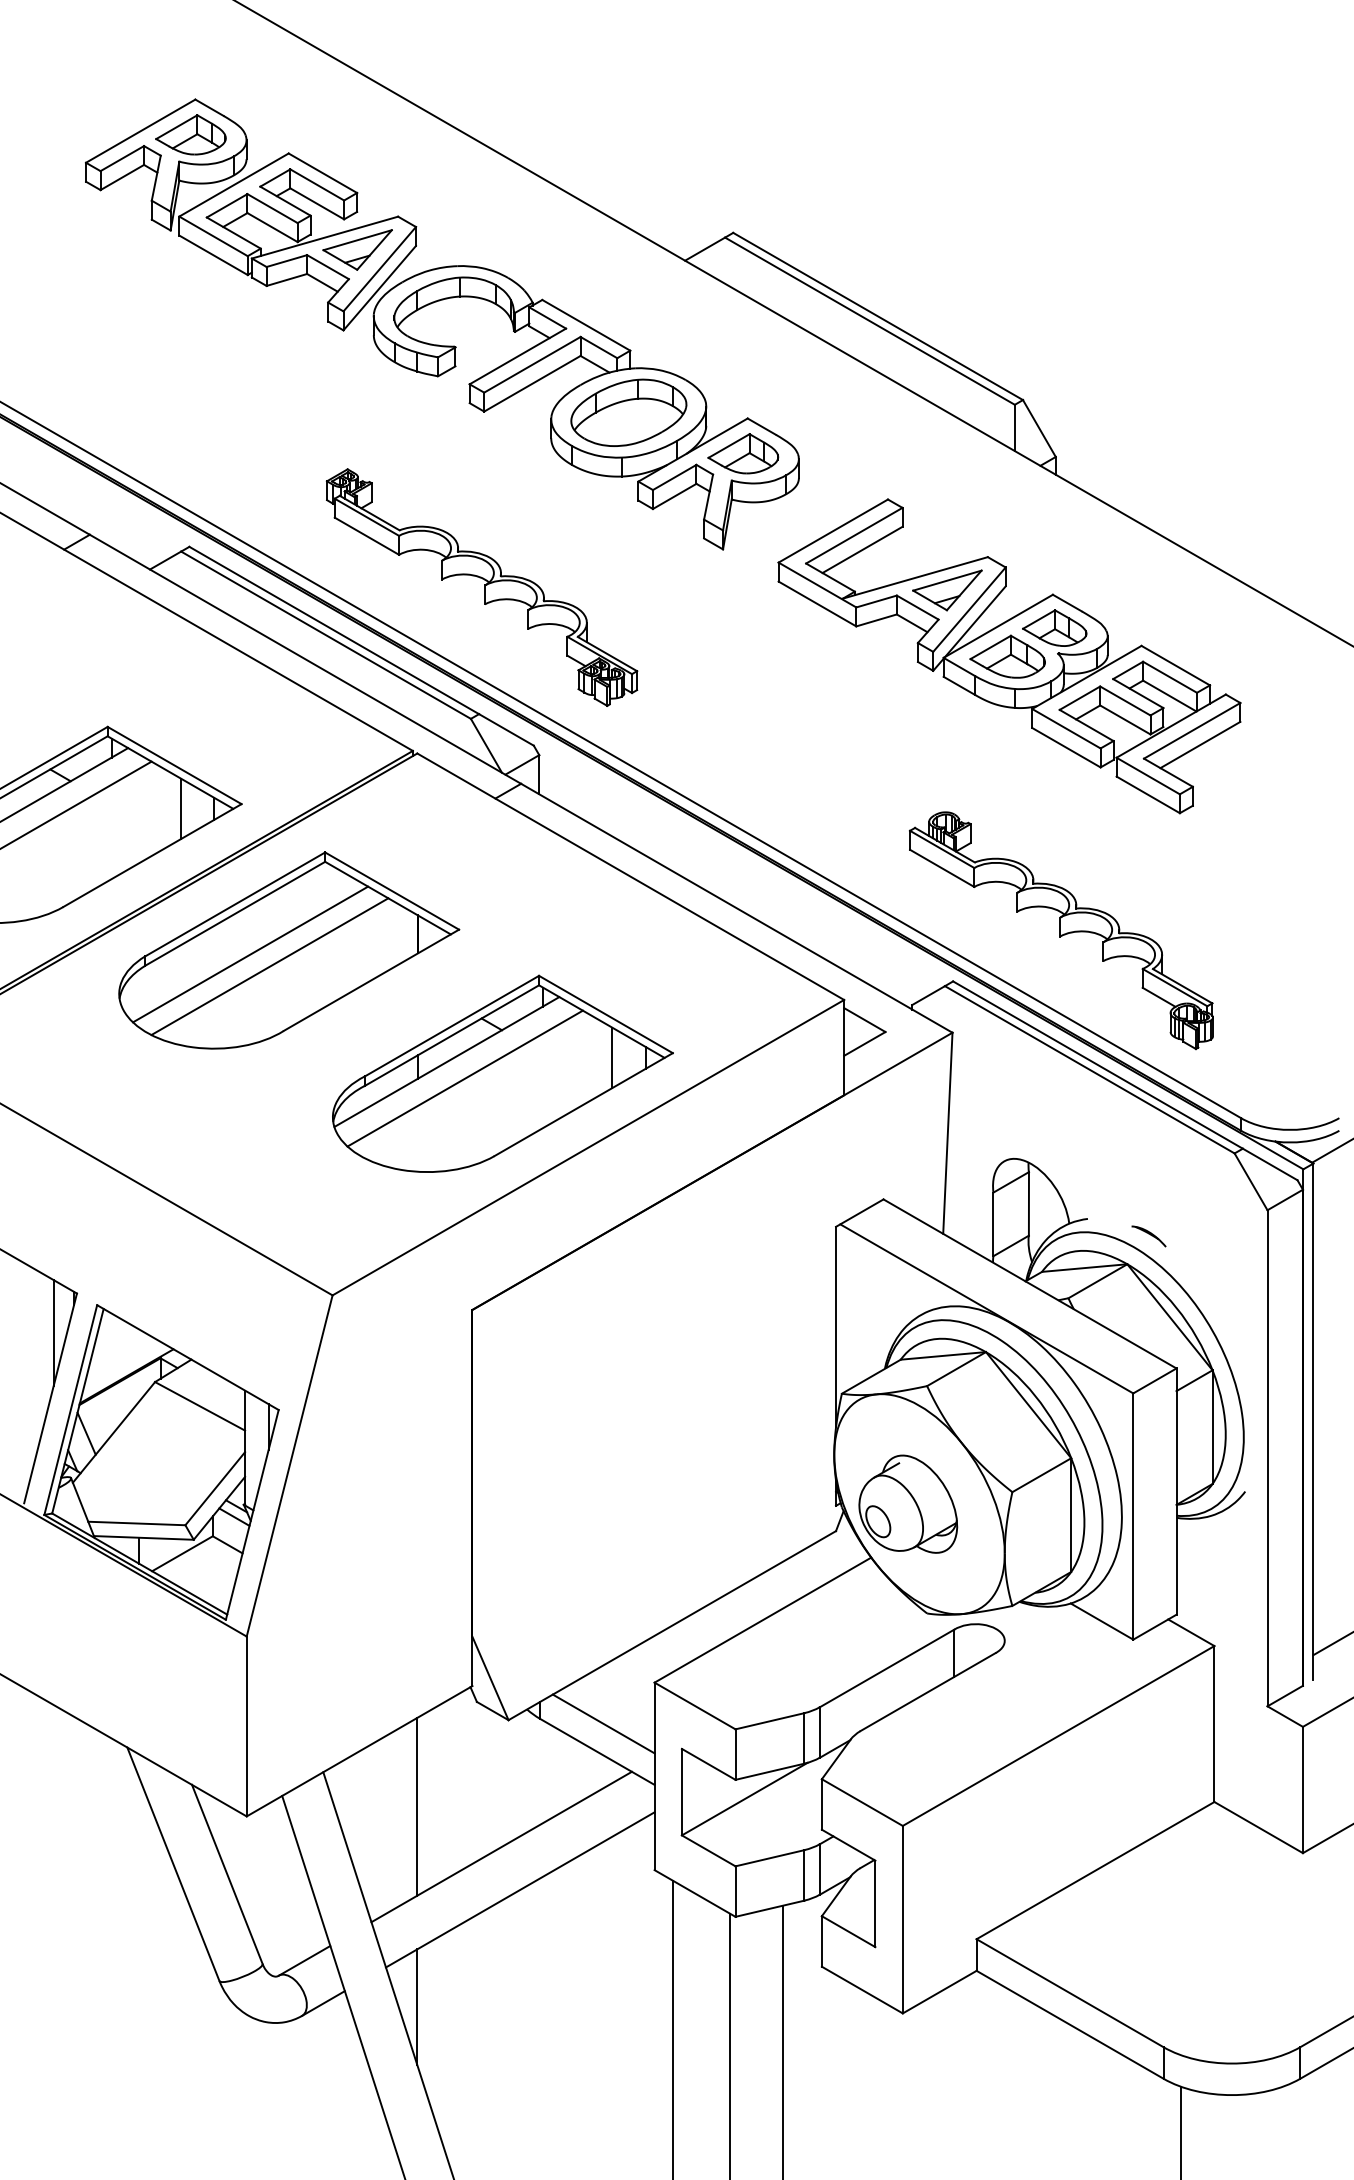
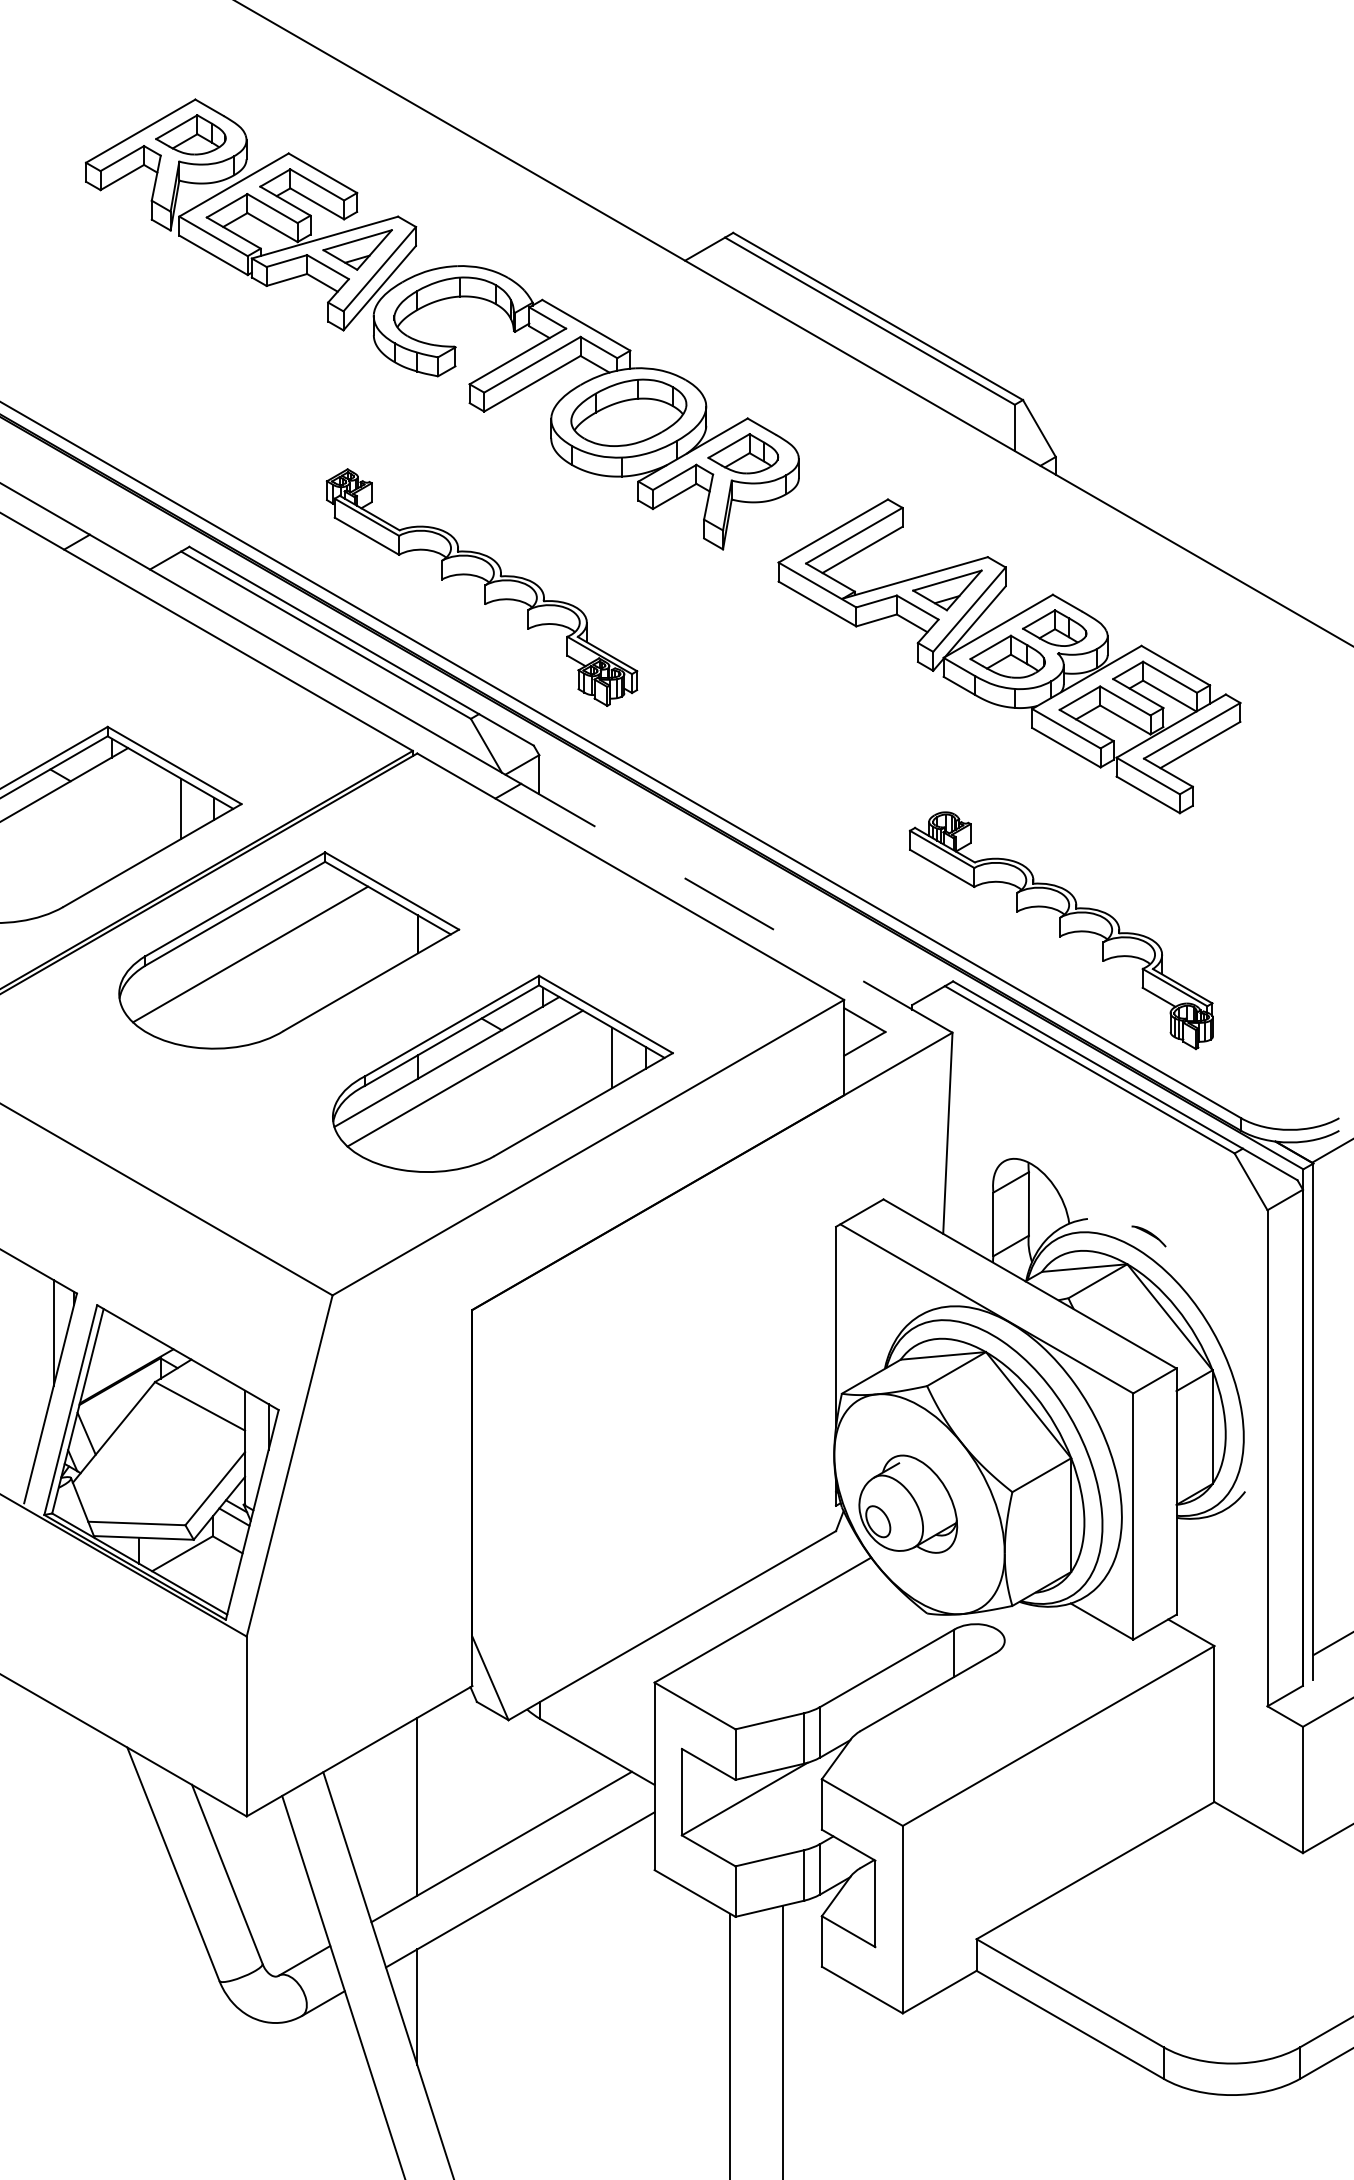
line at (76, 804): present -> none
line at (736, 908): solid -> dashed
line at (269, 966): present -> none
line at (603, 1723): present -> none
line at (672, 2028): present -> none
line at (1180, 2131): present -> none
